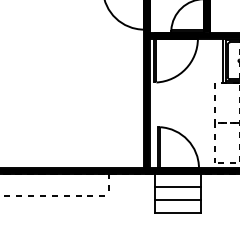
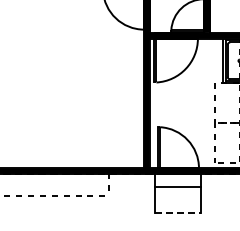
line at (177, 199): present -> none
line at (178, 212): solid -> dashed
